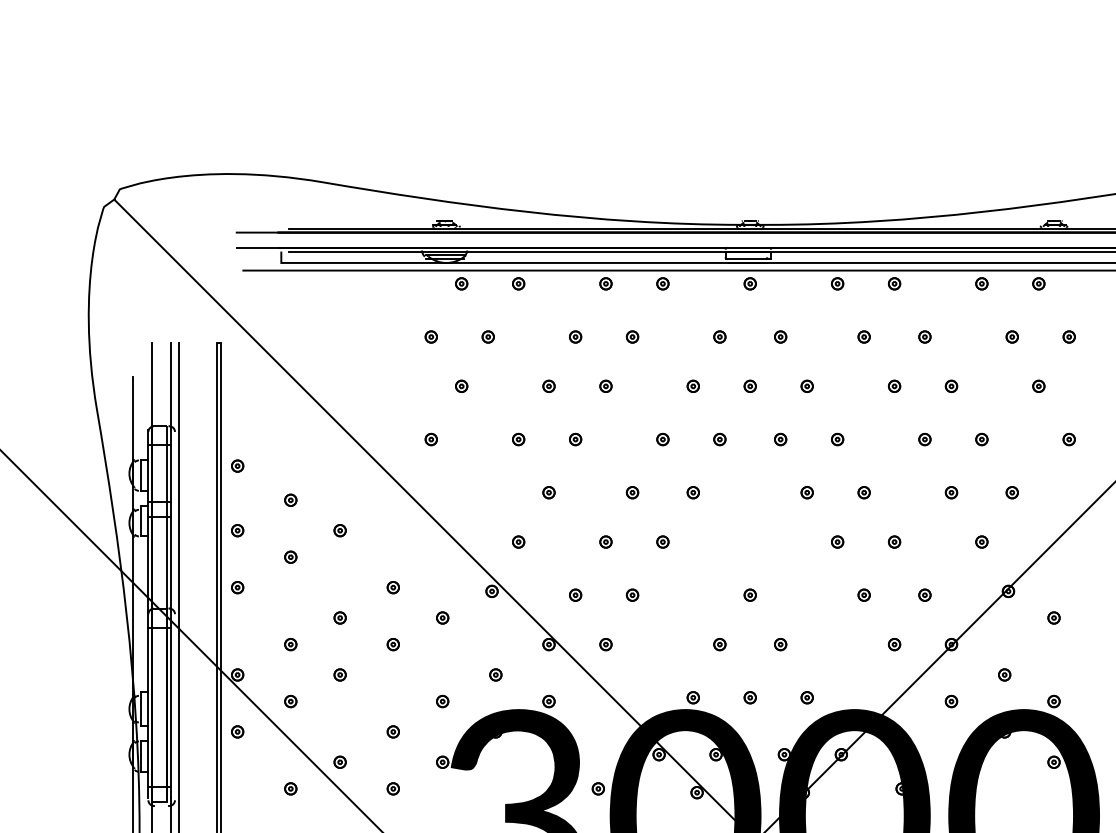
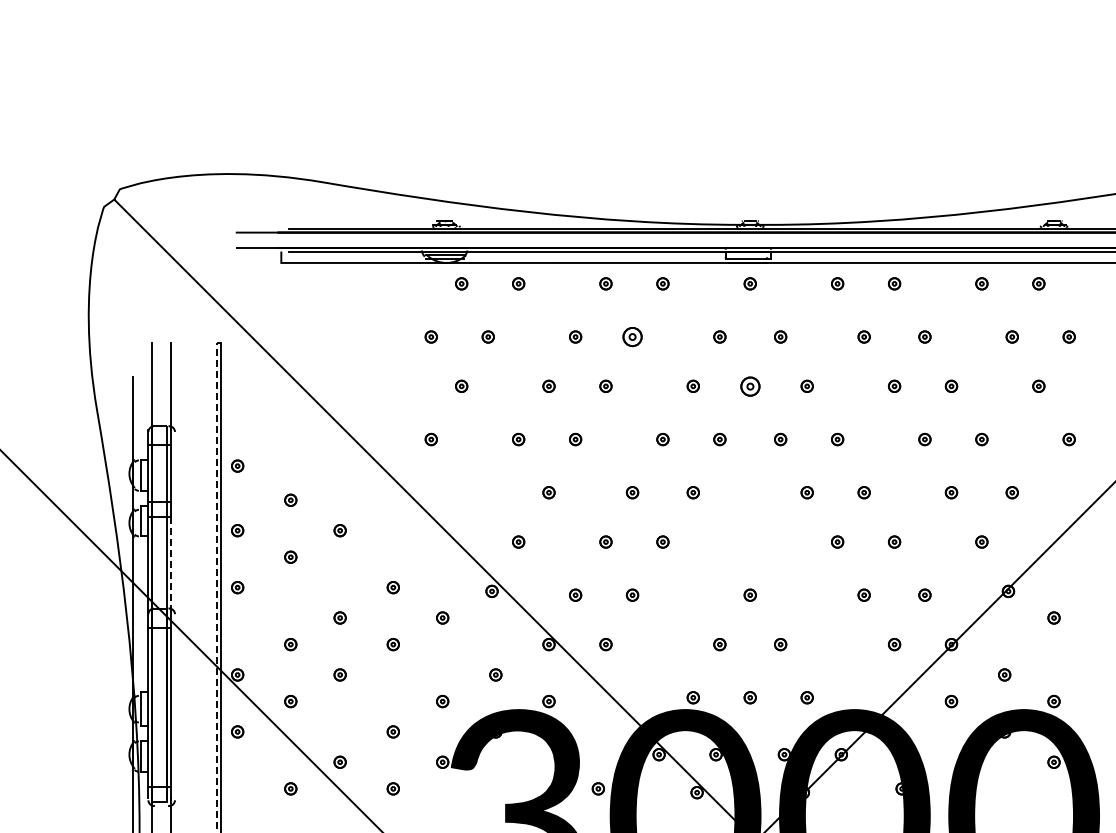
line at (677, 270): present -> none
part at (632, 336) size: 15x14 px -> 21x21 px
part at (749, 385) size: 14x14 px -> 21x21 px
line at (171, 564): solid -> dashed
line at (178, 585): present -> none
line at (216, 587): solid -> dashed
